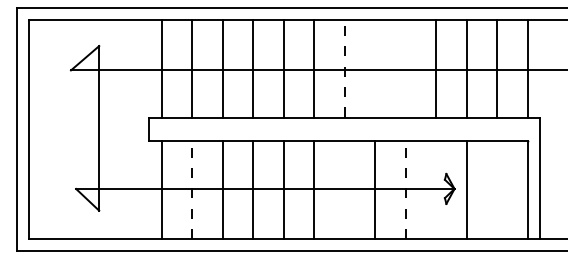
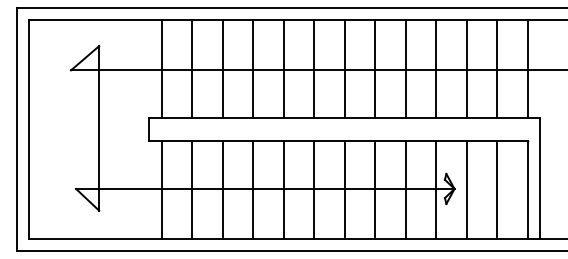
line at (344, 68): dashed -> solid
line at (375, 68): none -> present
line at (405, 68): none -> present
line at (192, 190): dashed -> solid
line at (344, 190): none -> present
line at (405, 190): dashed -> solid
line at (436, 190): none -> present
line at (497, 190): none -> present
